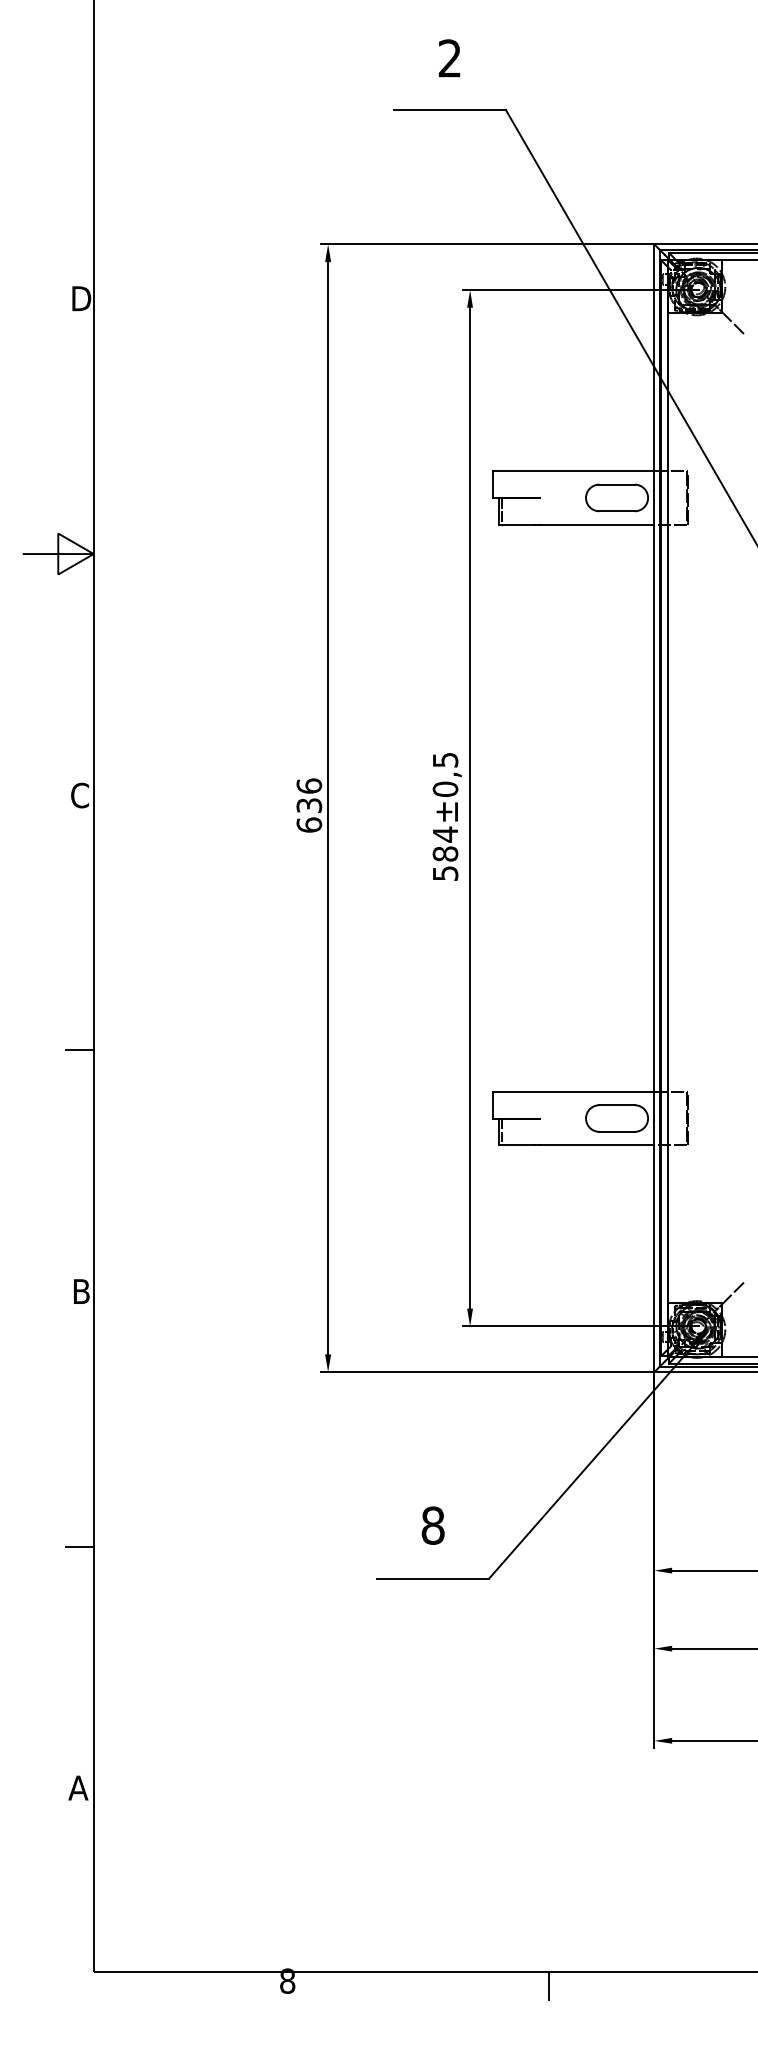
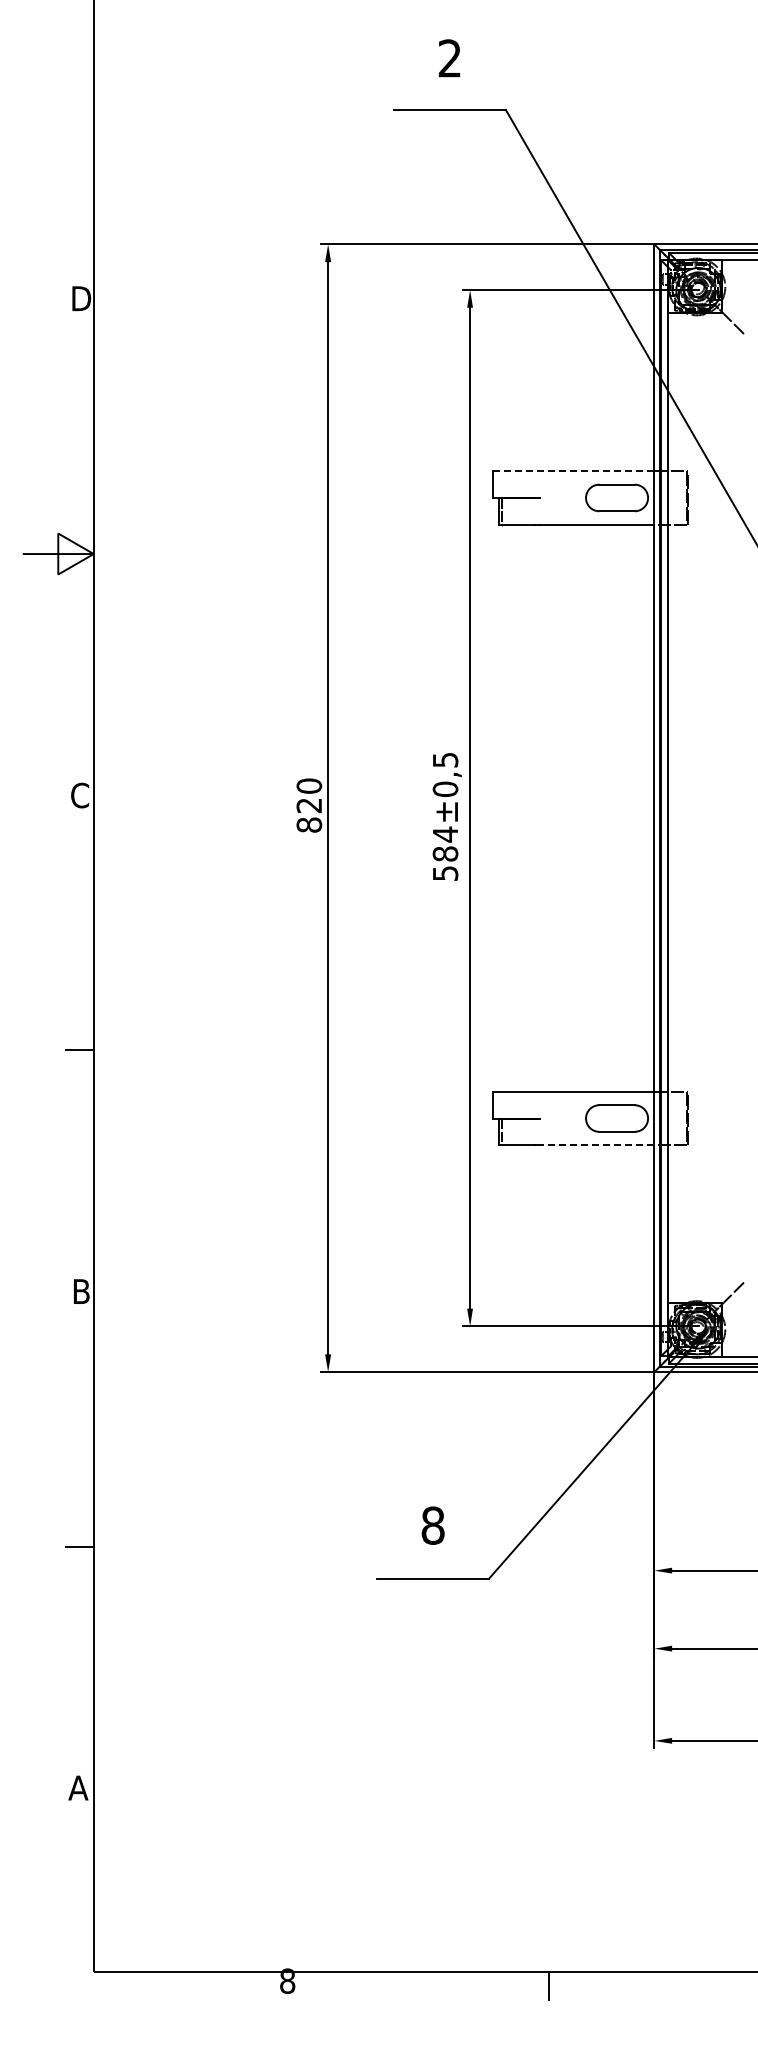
line at (573, 471): solid -> dashed
text at (309, 805): 636 -> 820
line at (596, 1145): solid -> dashed
